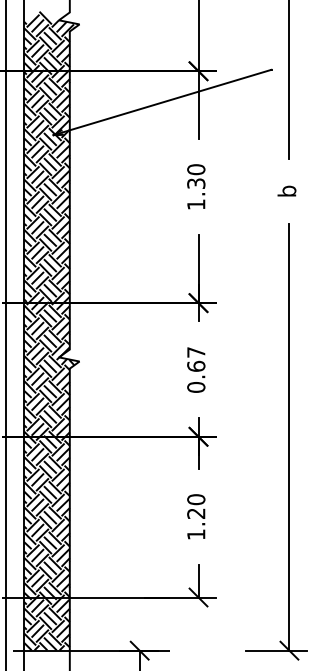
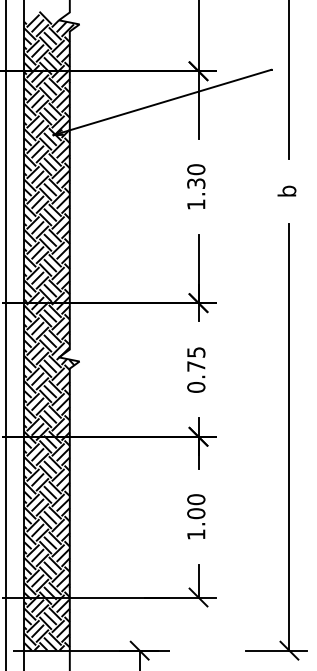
text at (196, 359): 0.67 -> 0.75
text at (196, 513): 1.20 -> 1.00
